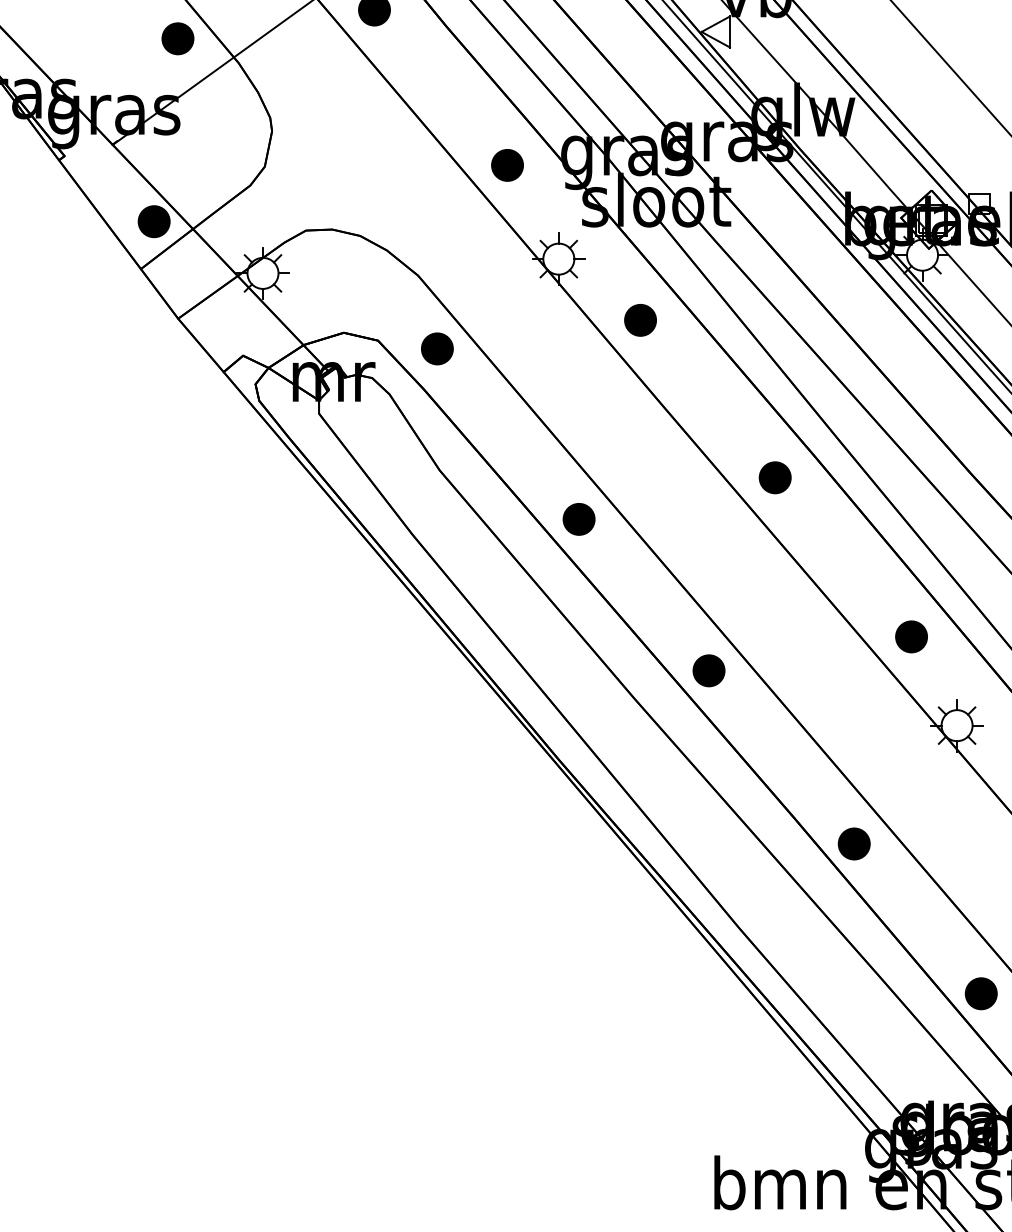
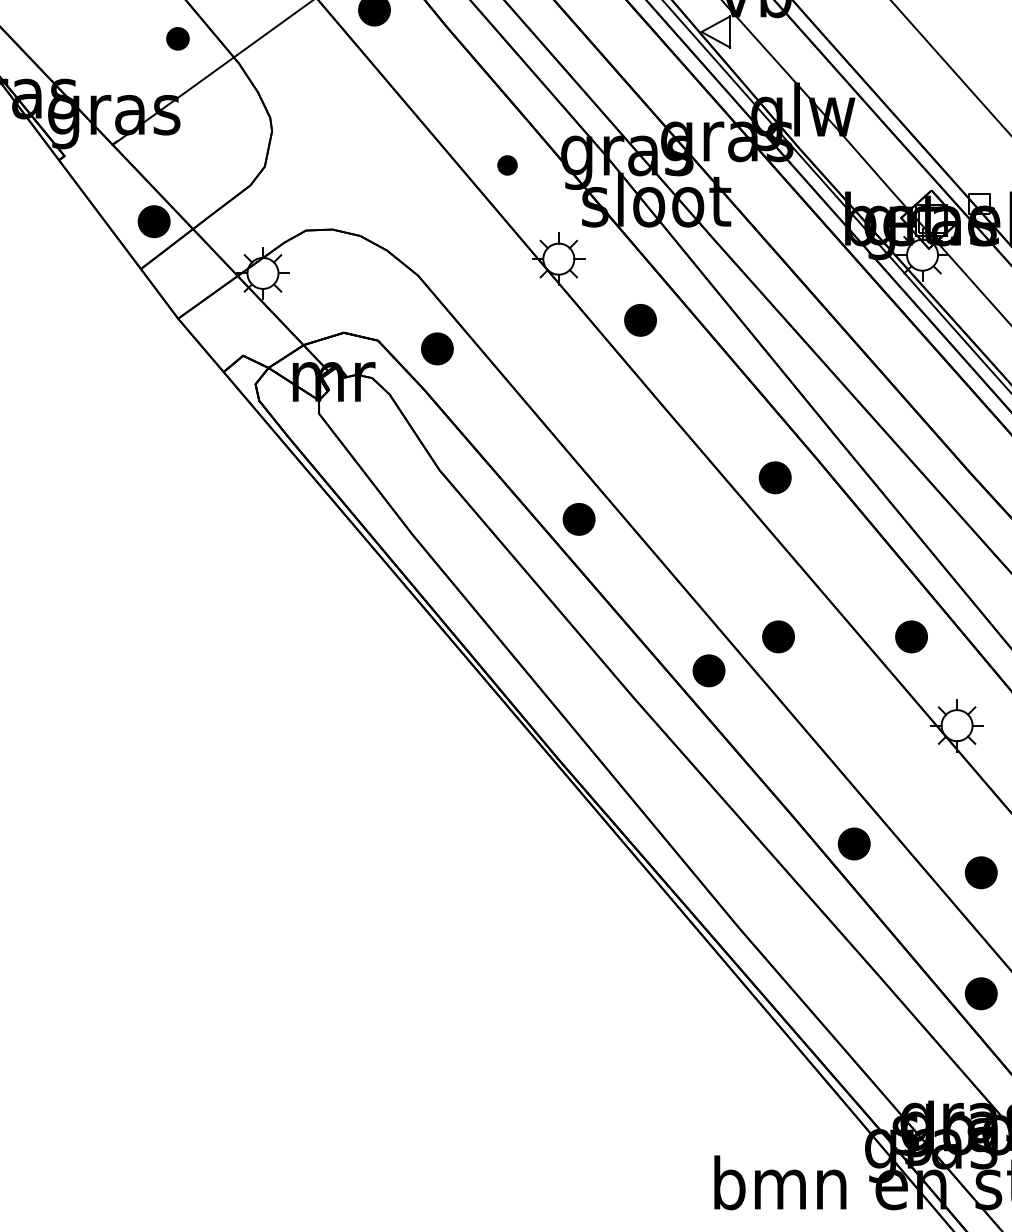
part at (177, 38) size: 34x34 px -> 24x24 px
part at (507, 165) size: 33x33 px -> 21x21 px
part at (778, 636): none -> present
part at (980, 872): none -> present
